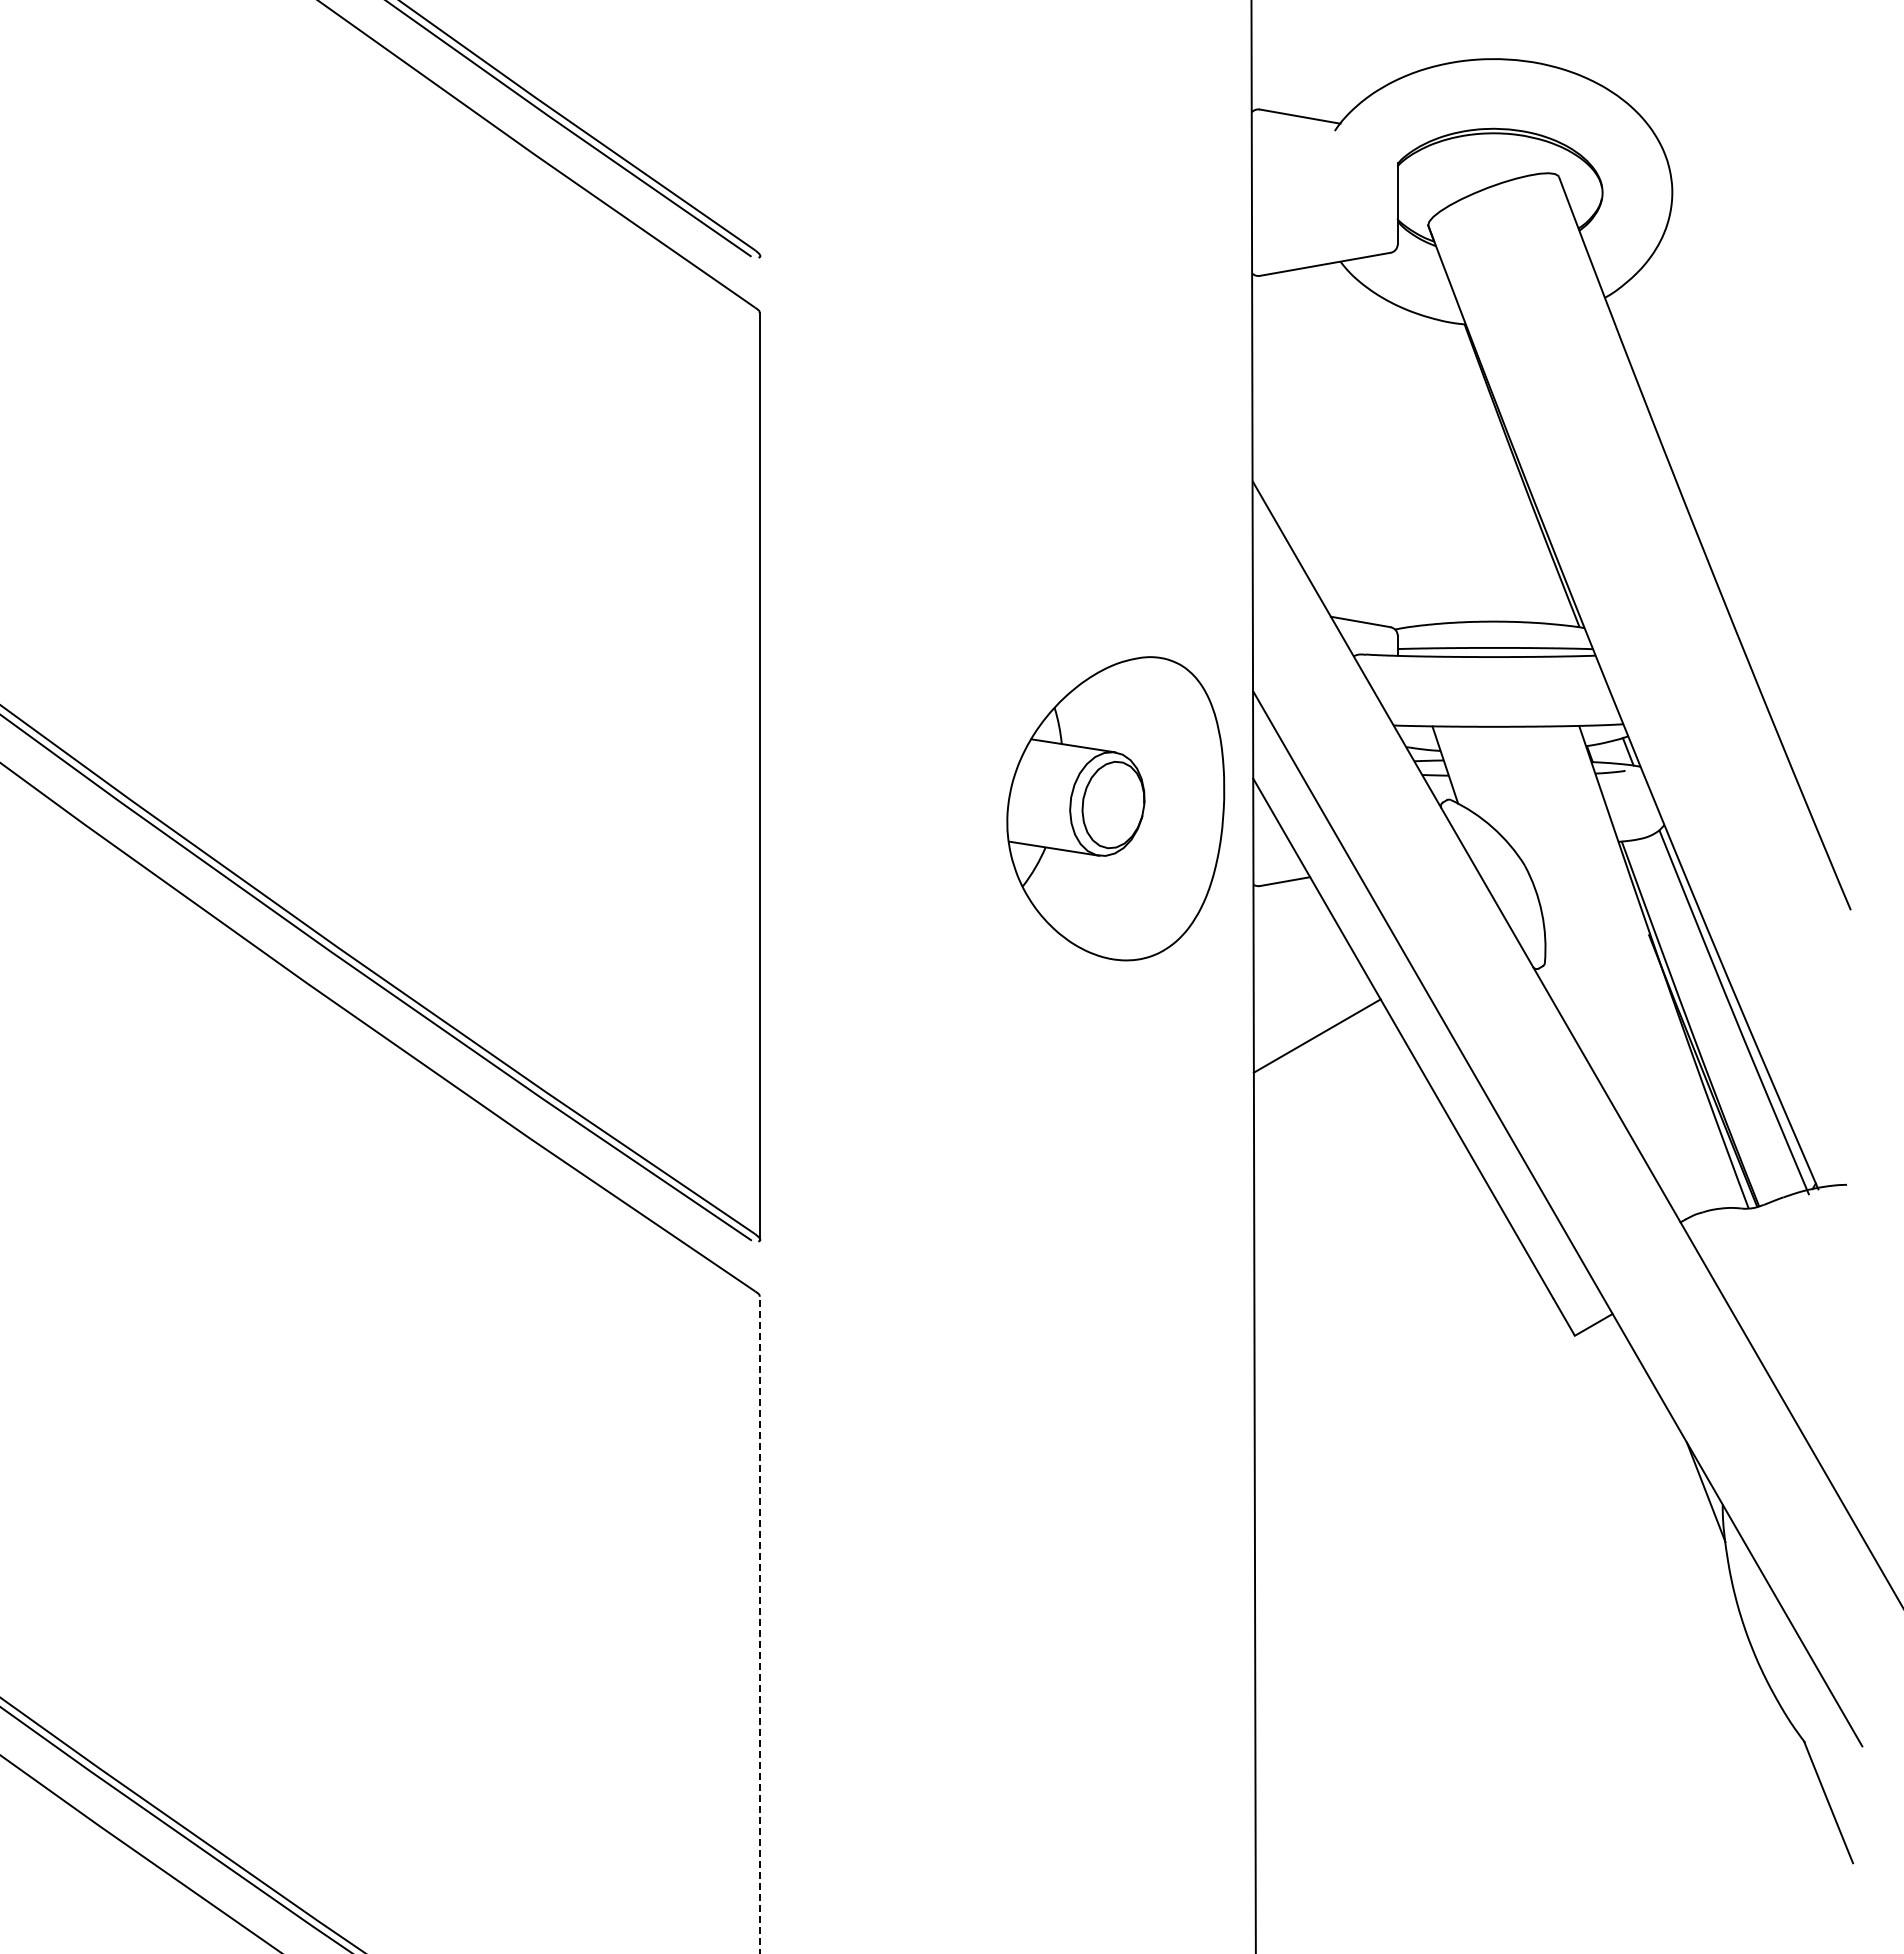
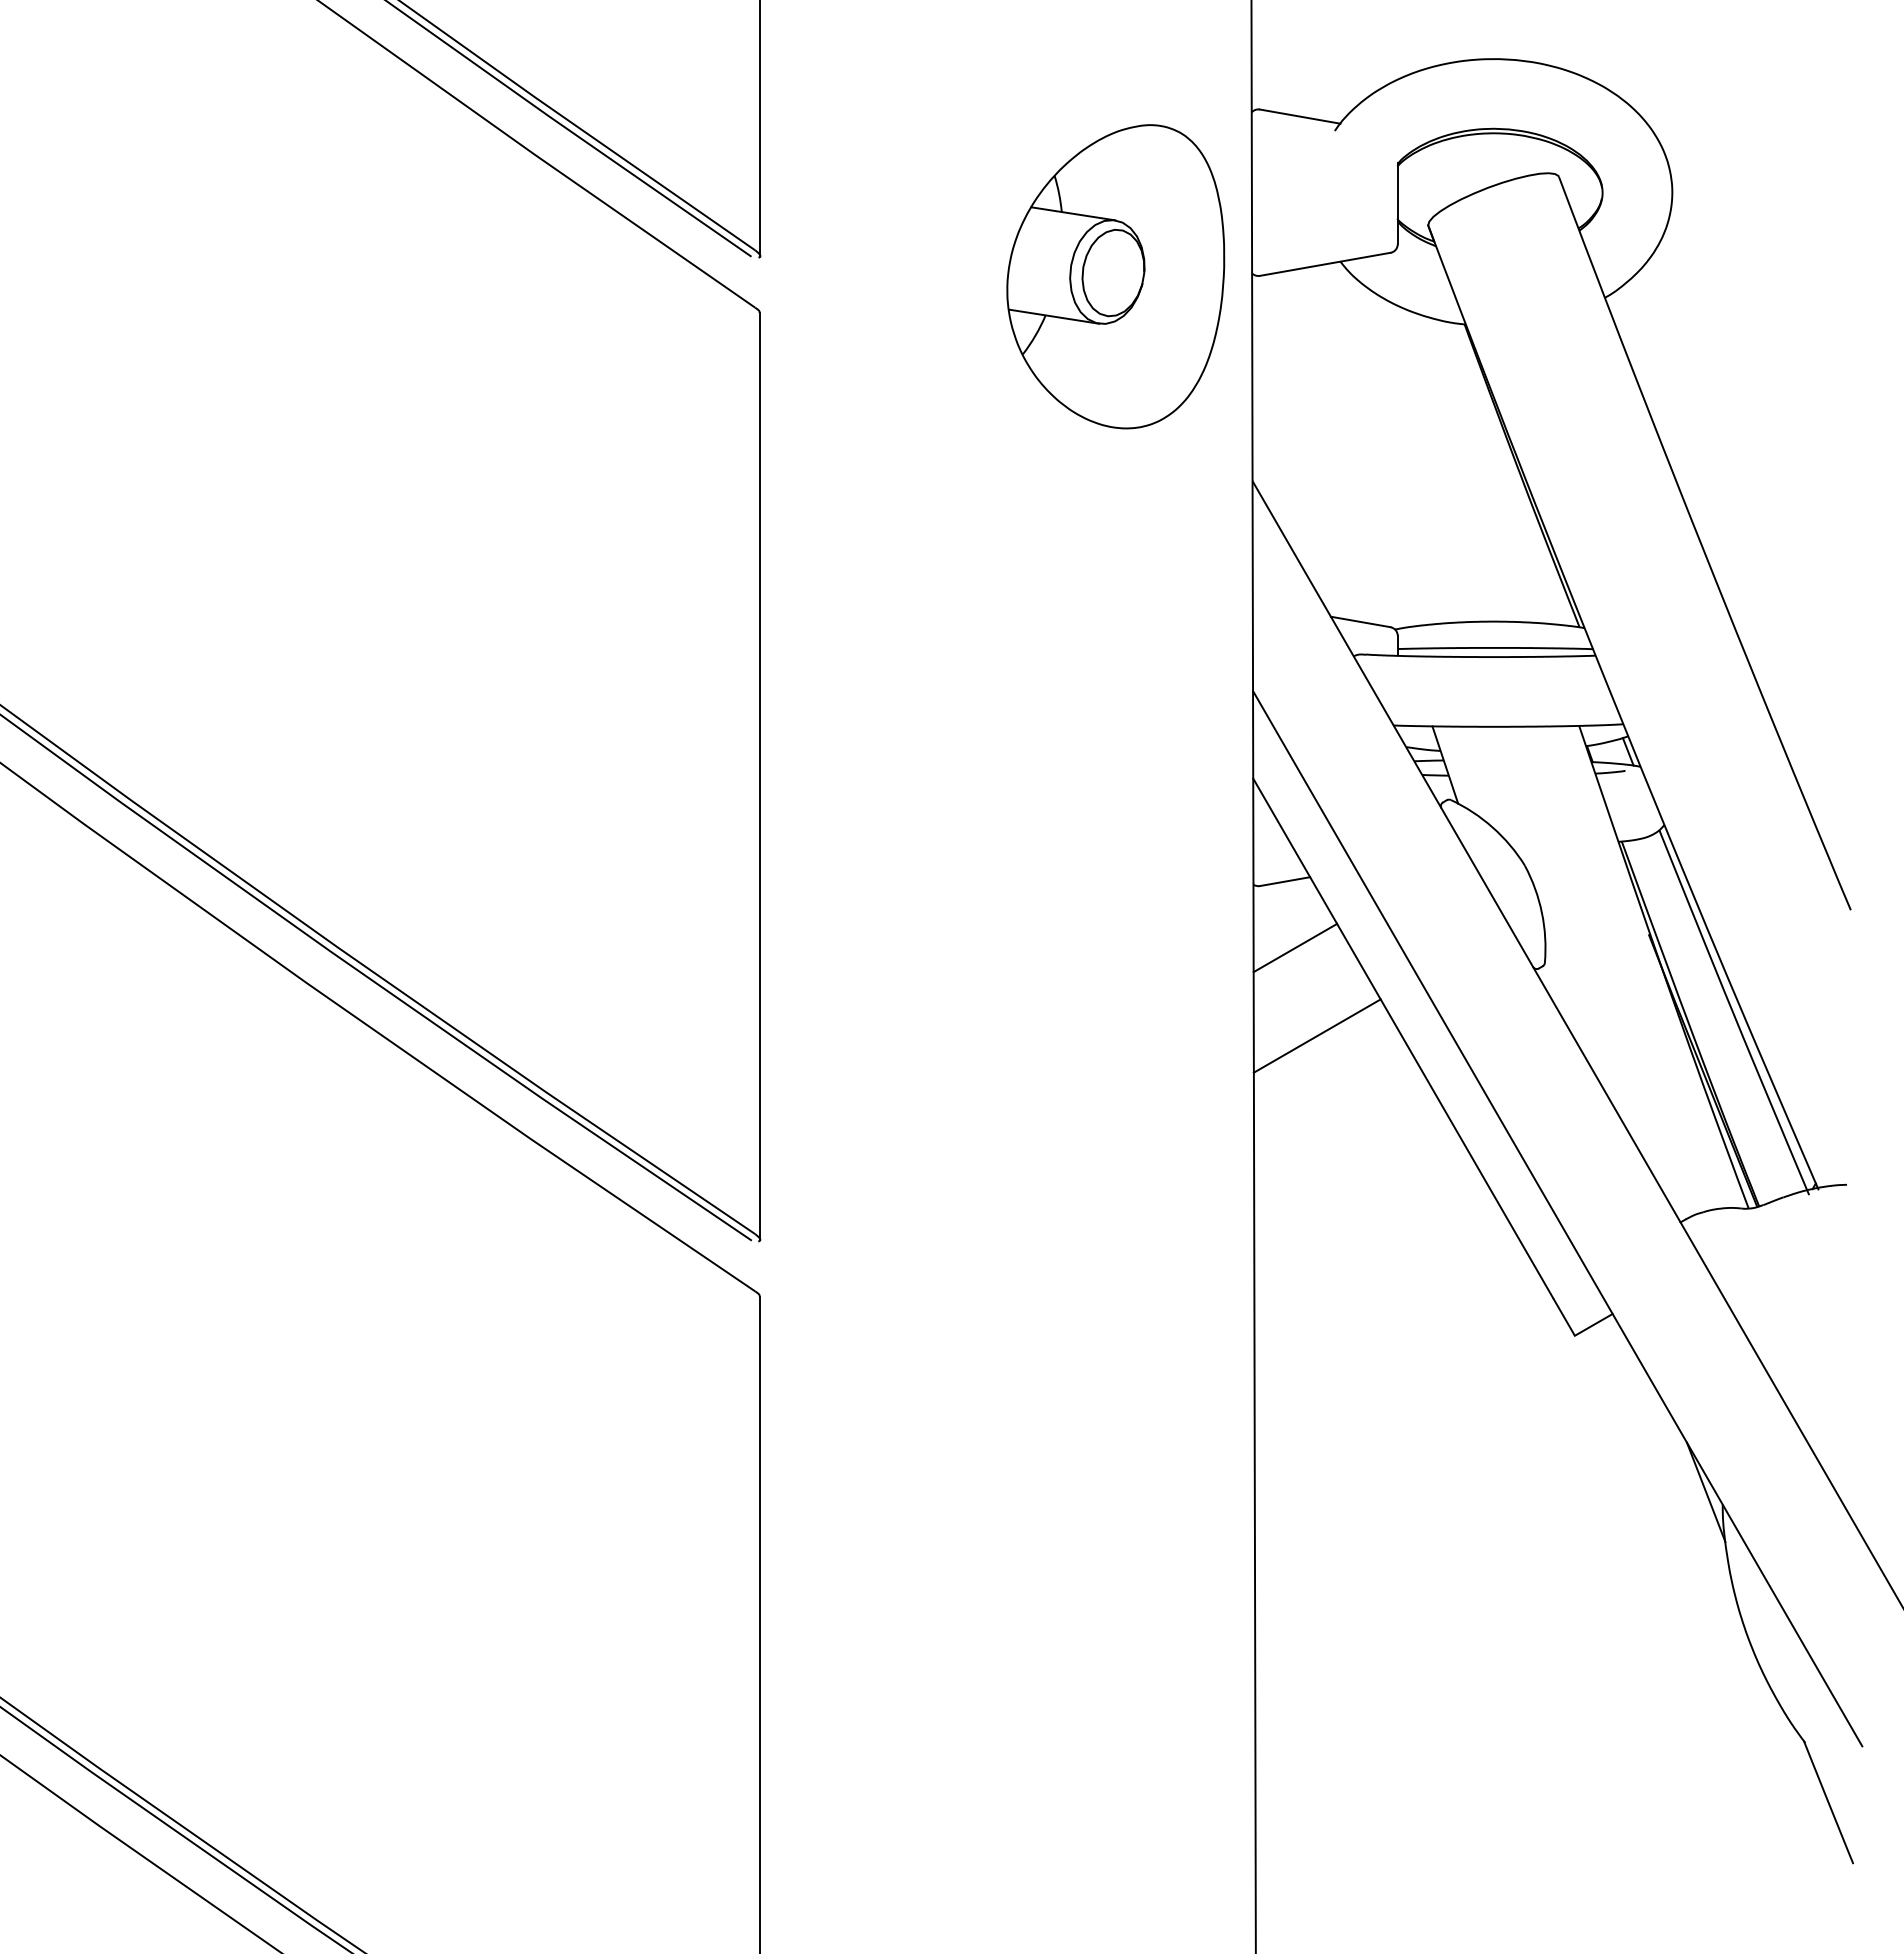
line at (759, 128): none -> present
part at (1115, 808) position: (1115, 808) -> (1115, 276)
line at (1295, 947): none -> present
line at (759, 1624): dashed -> solid
